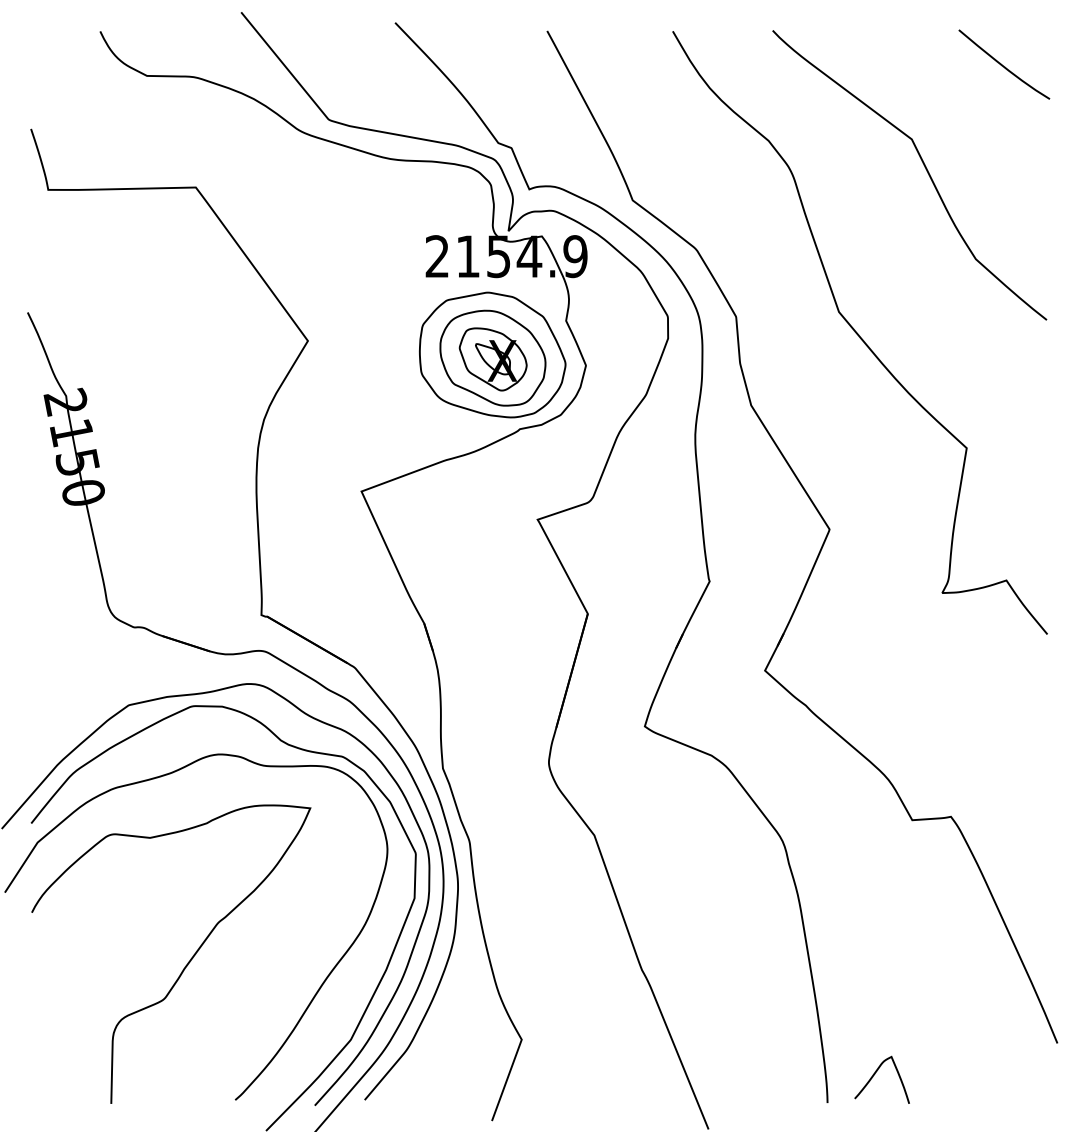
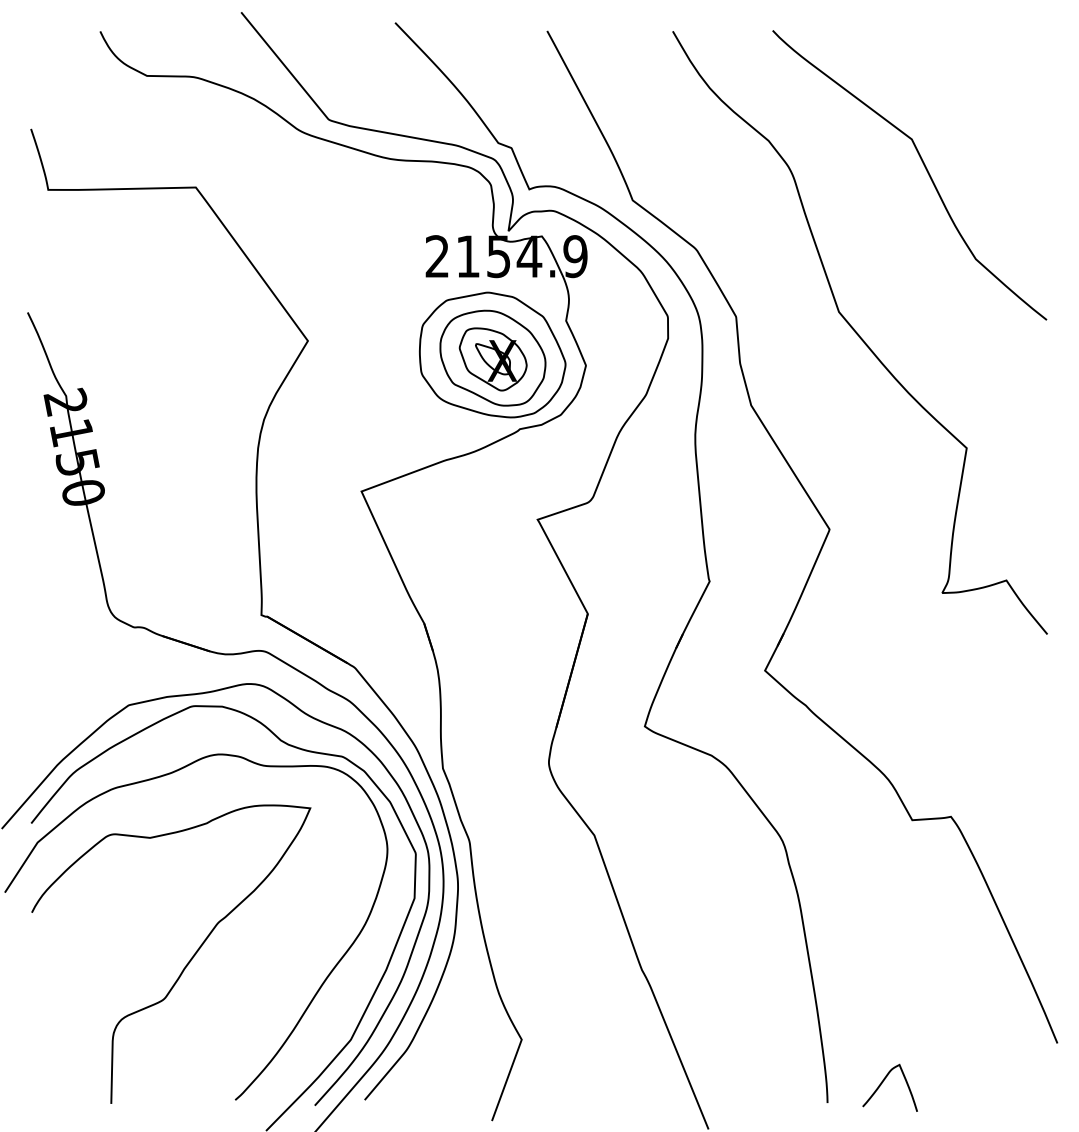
curve at (1003, 65): present -> none
curve at (875, 1074) position: (875, 1074) -> (883, 1082)
